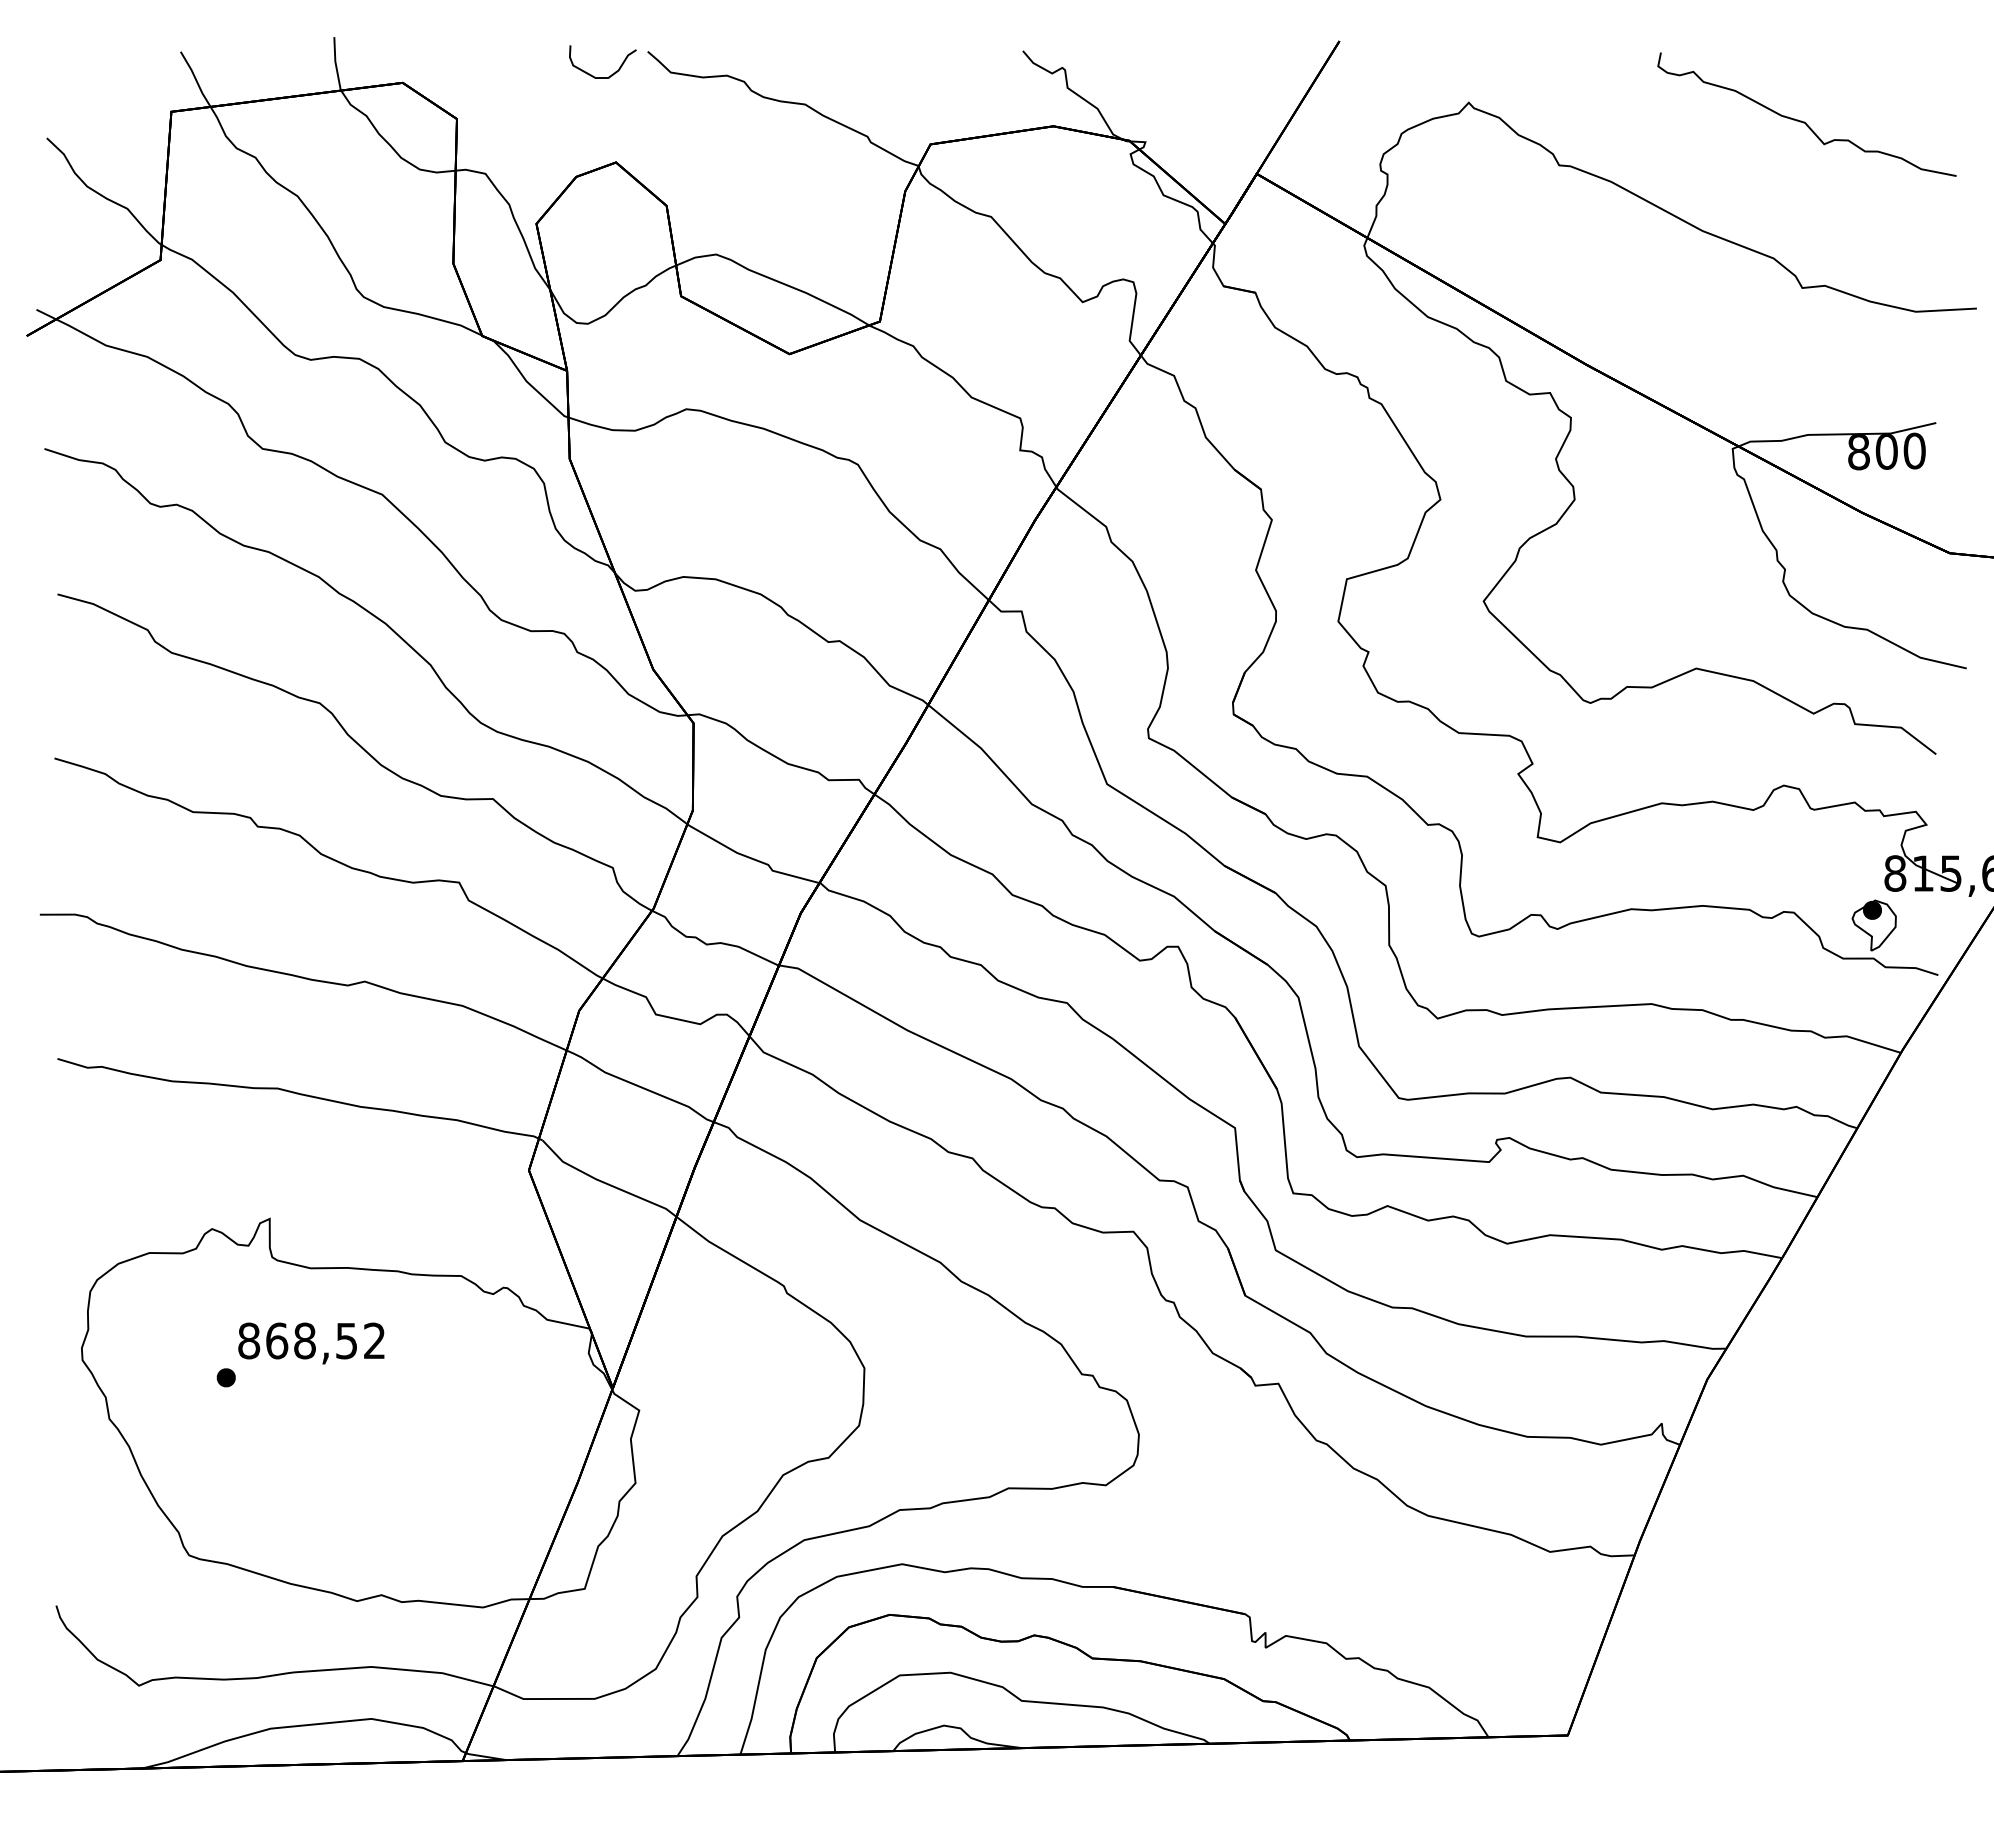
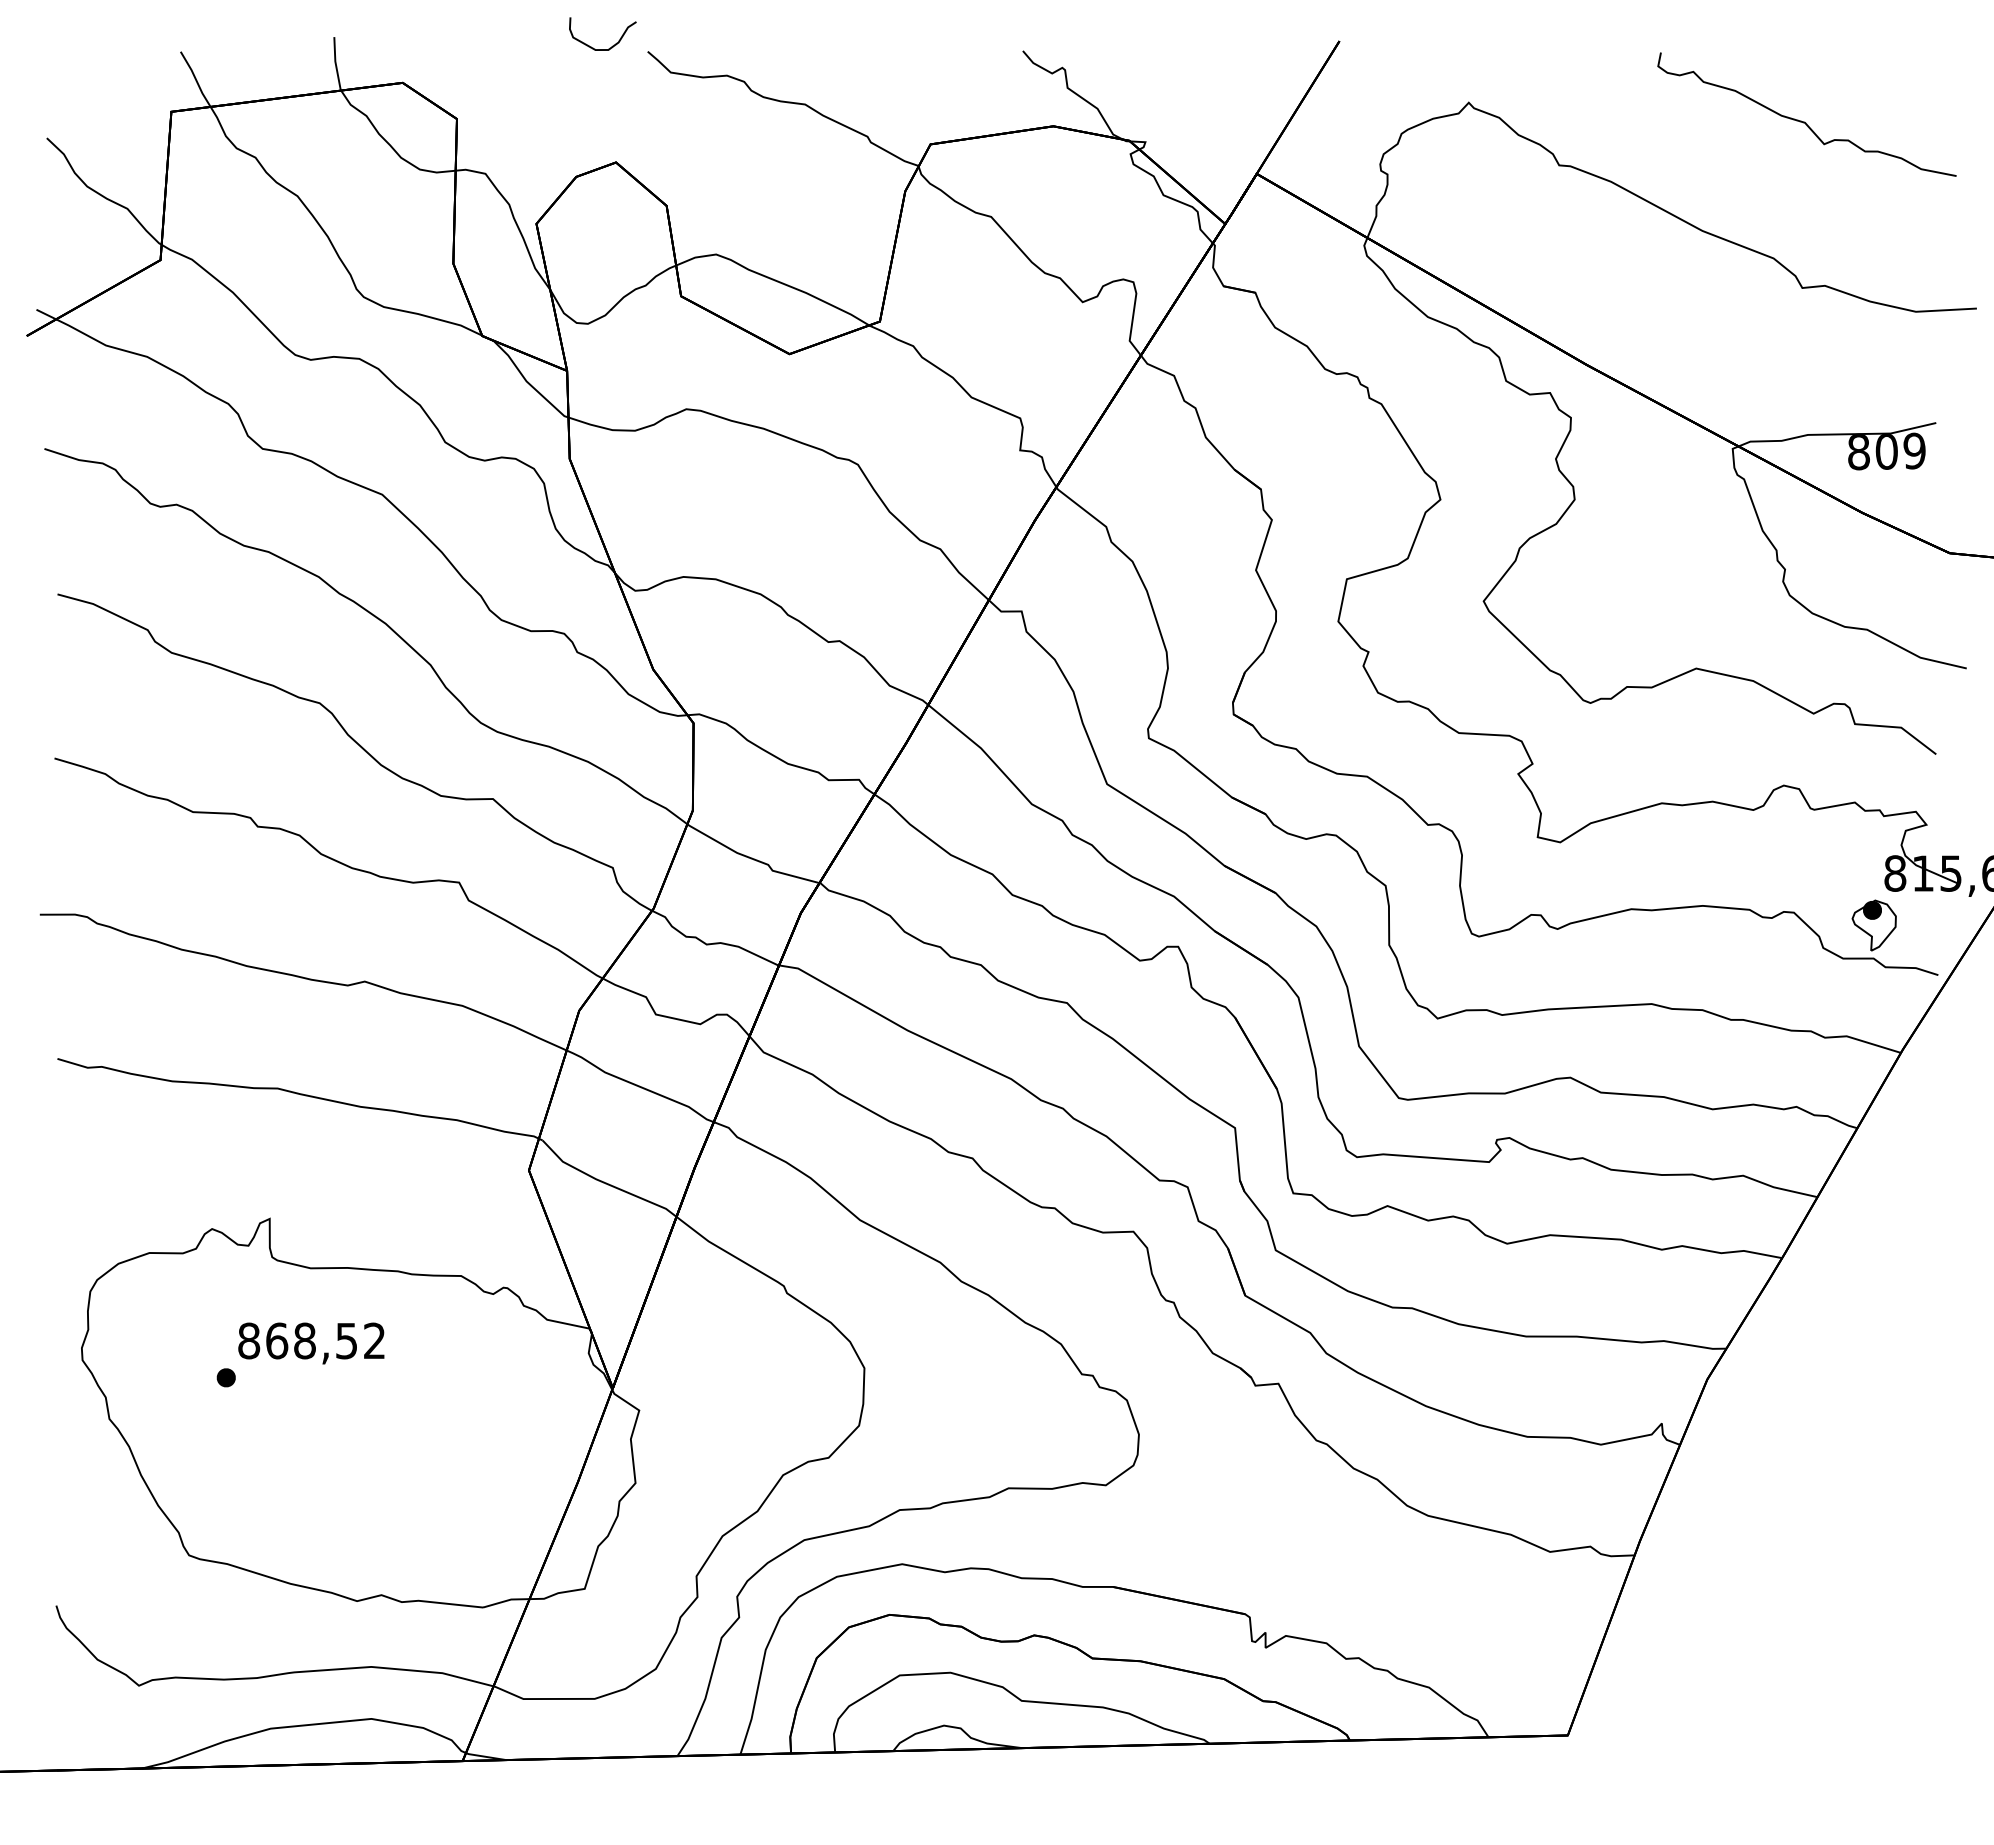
curve at (612, 73) position: (612, 73) -> (612, 45)
text at (1914, 450): 800 -> 809
